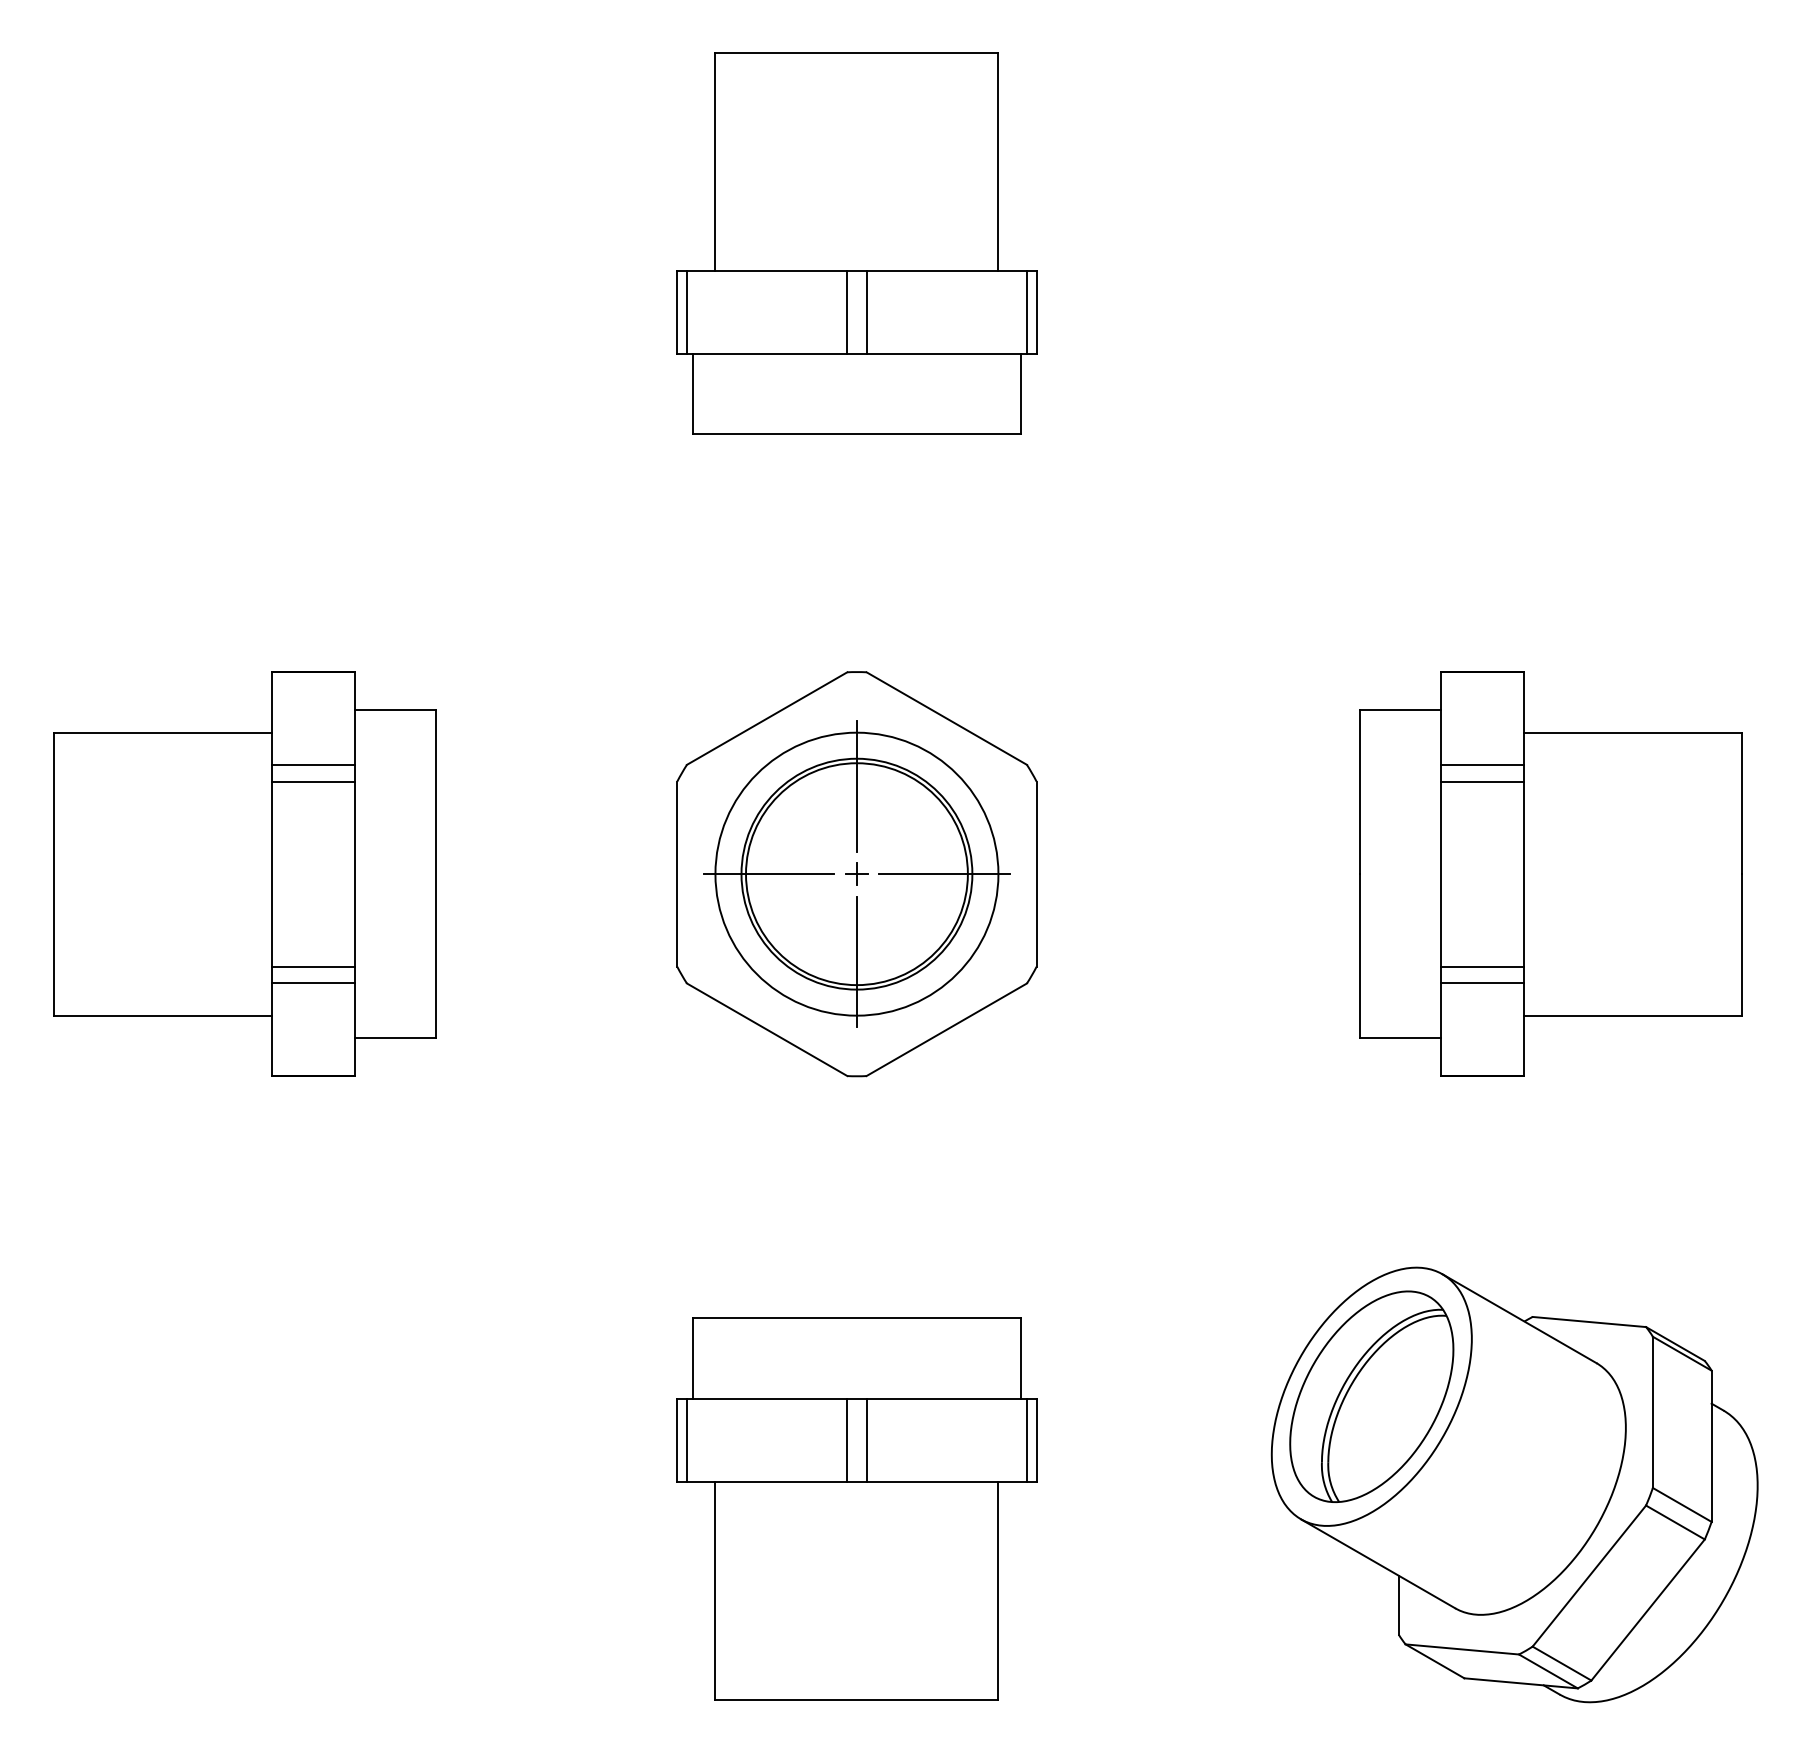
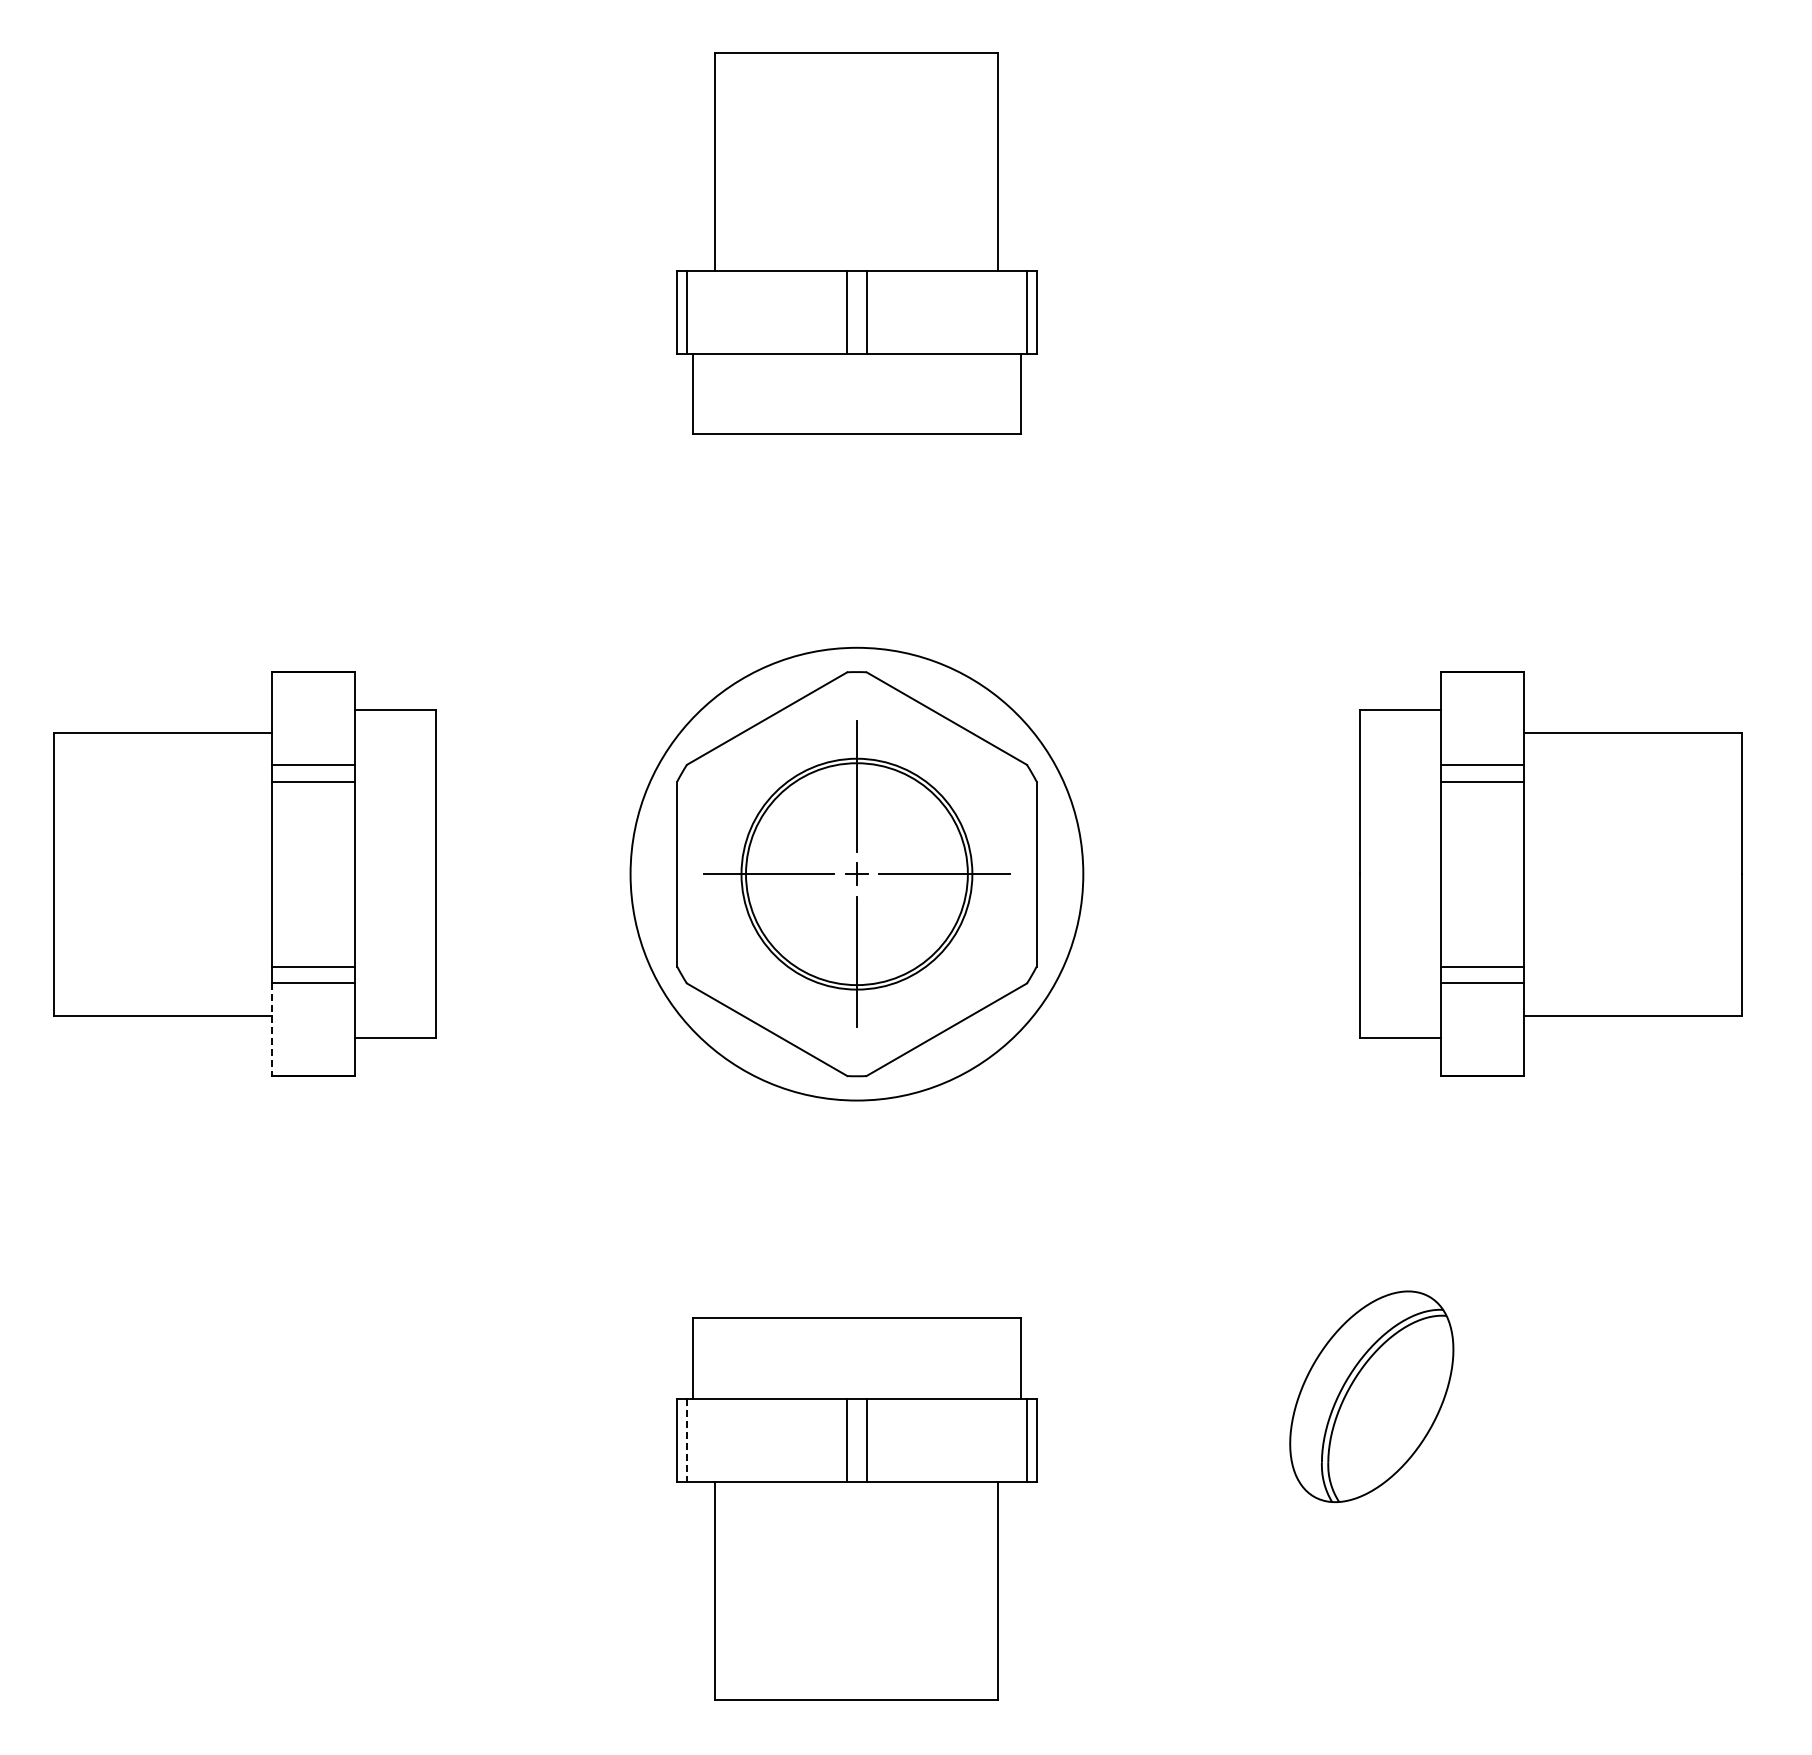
circle at (856, 873) diameter: 283 px -> 453 px
line at (272, 1030): solid -> dashed
line at (686, 1440): solid -> dashed
part at (1514, 1484): present -> none
